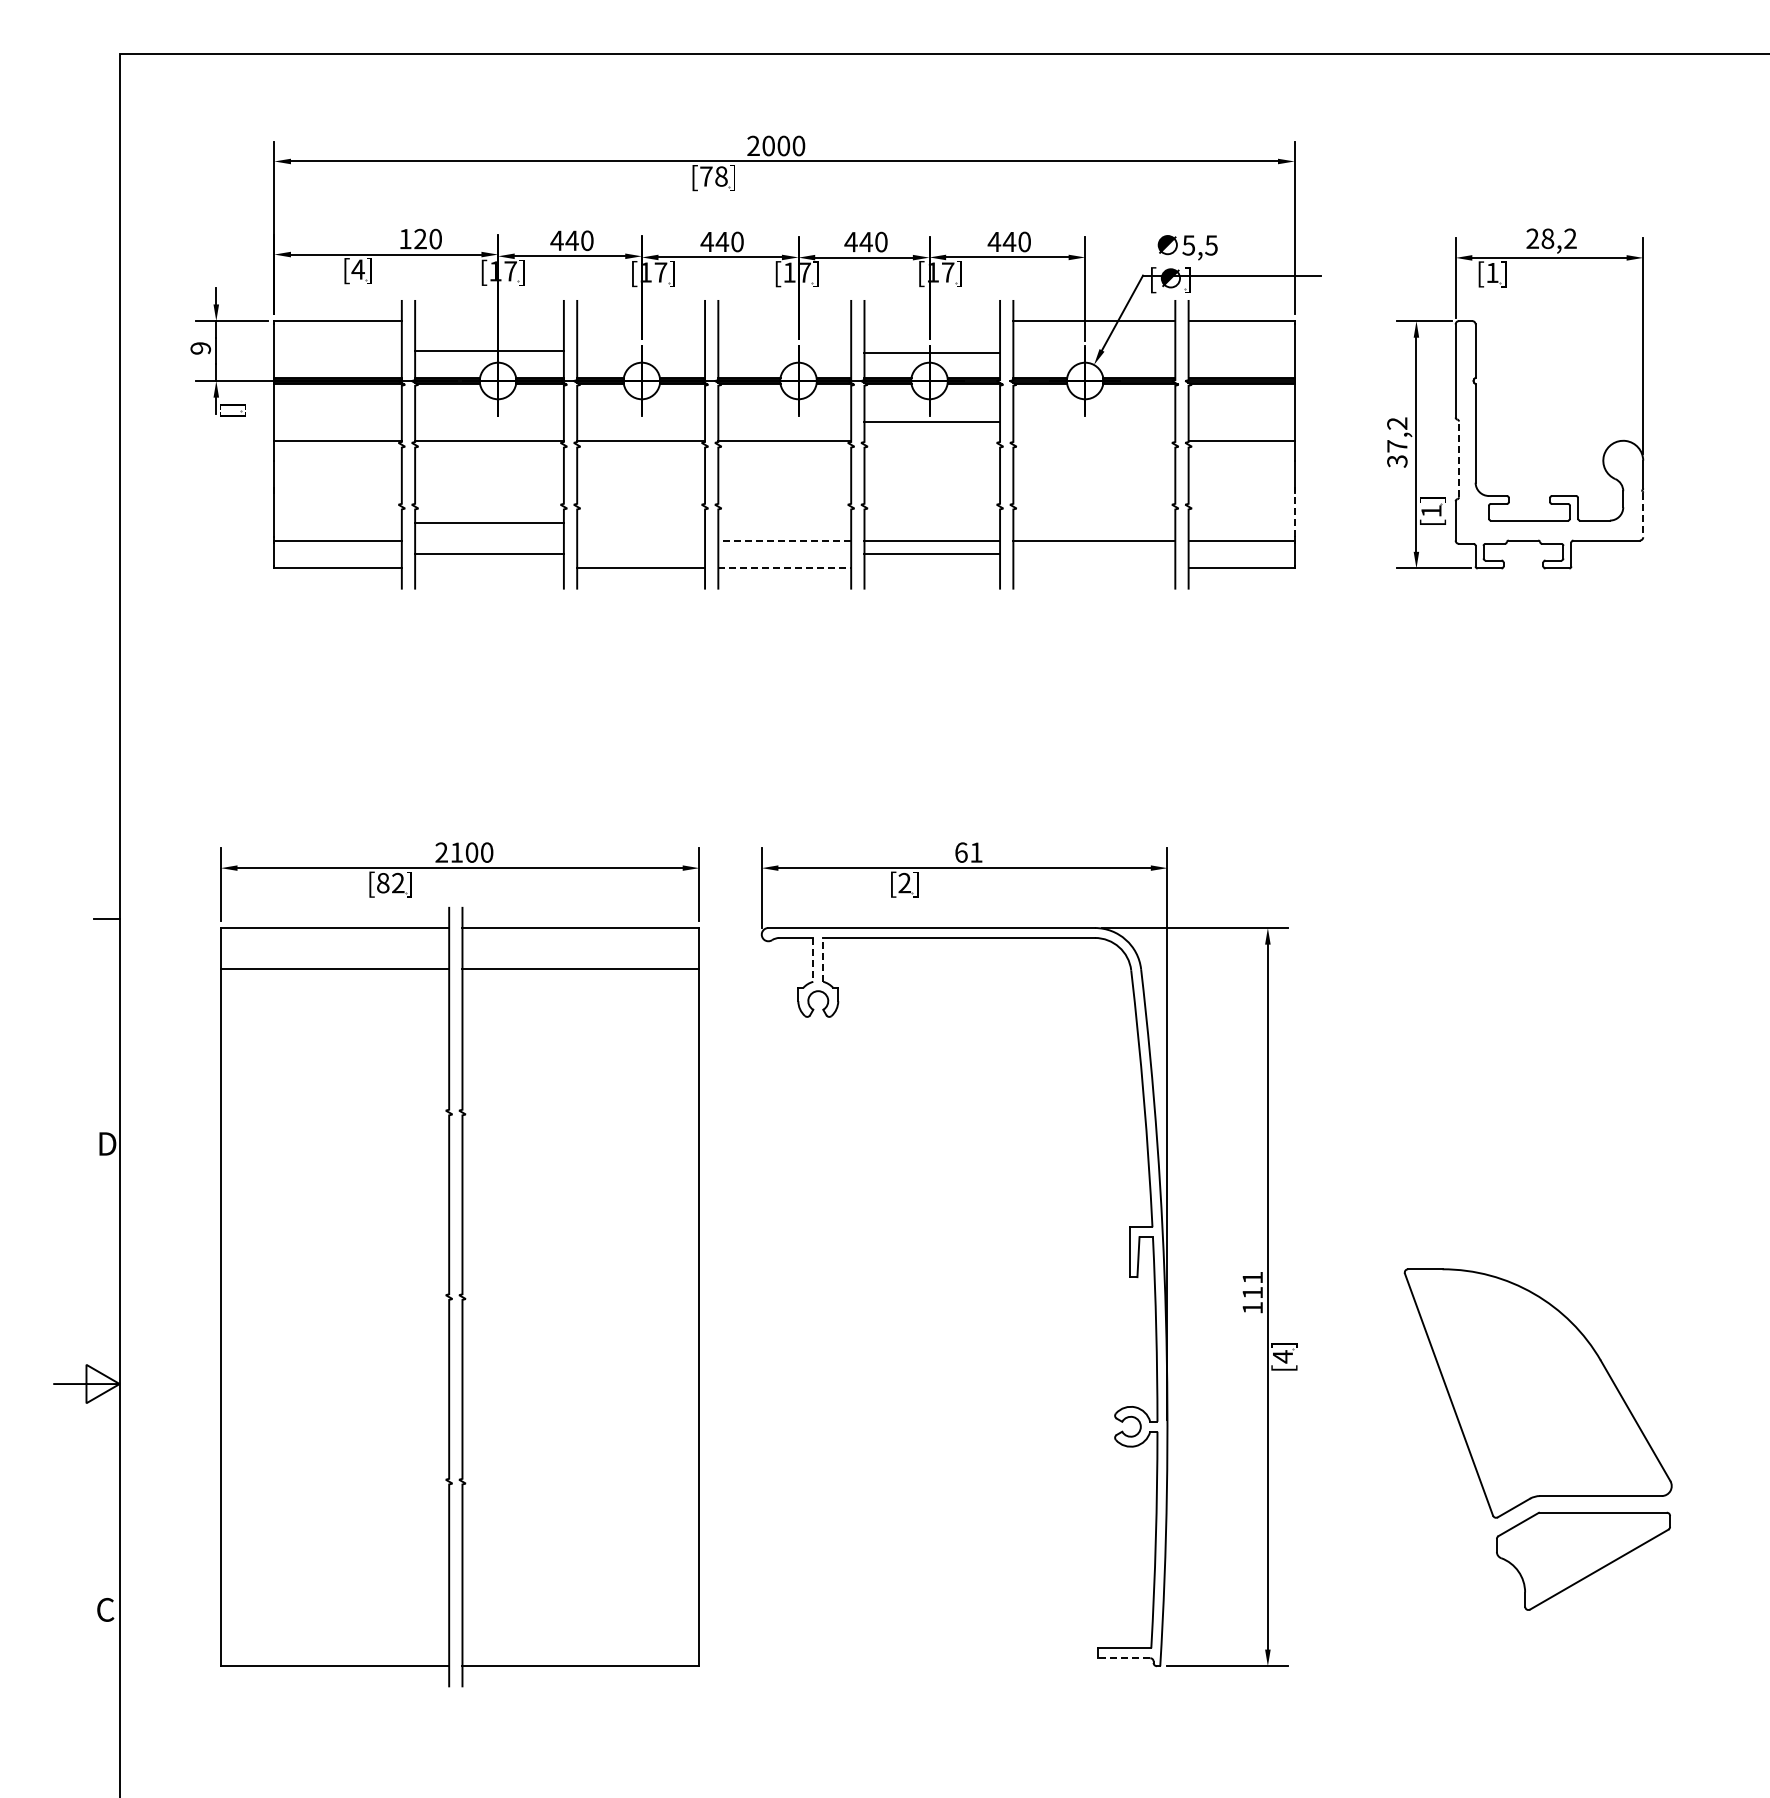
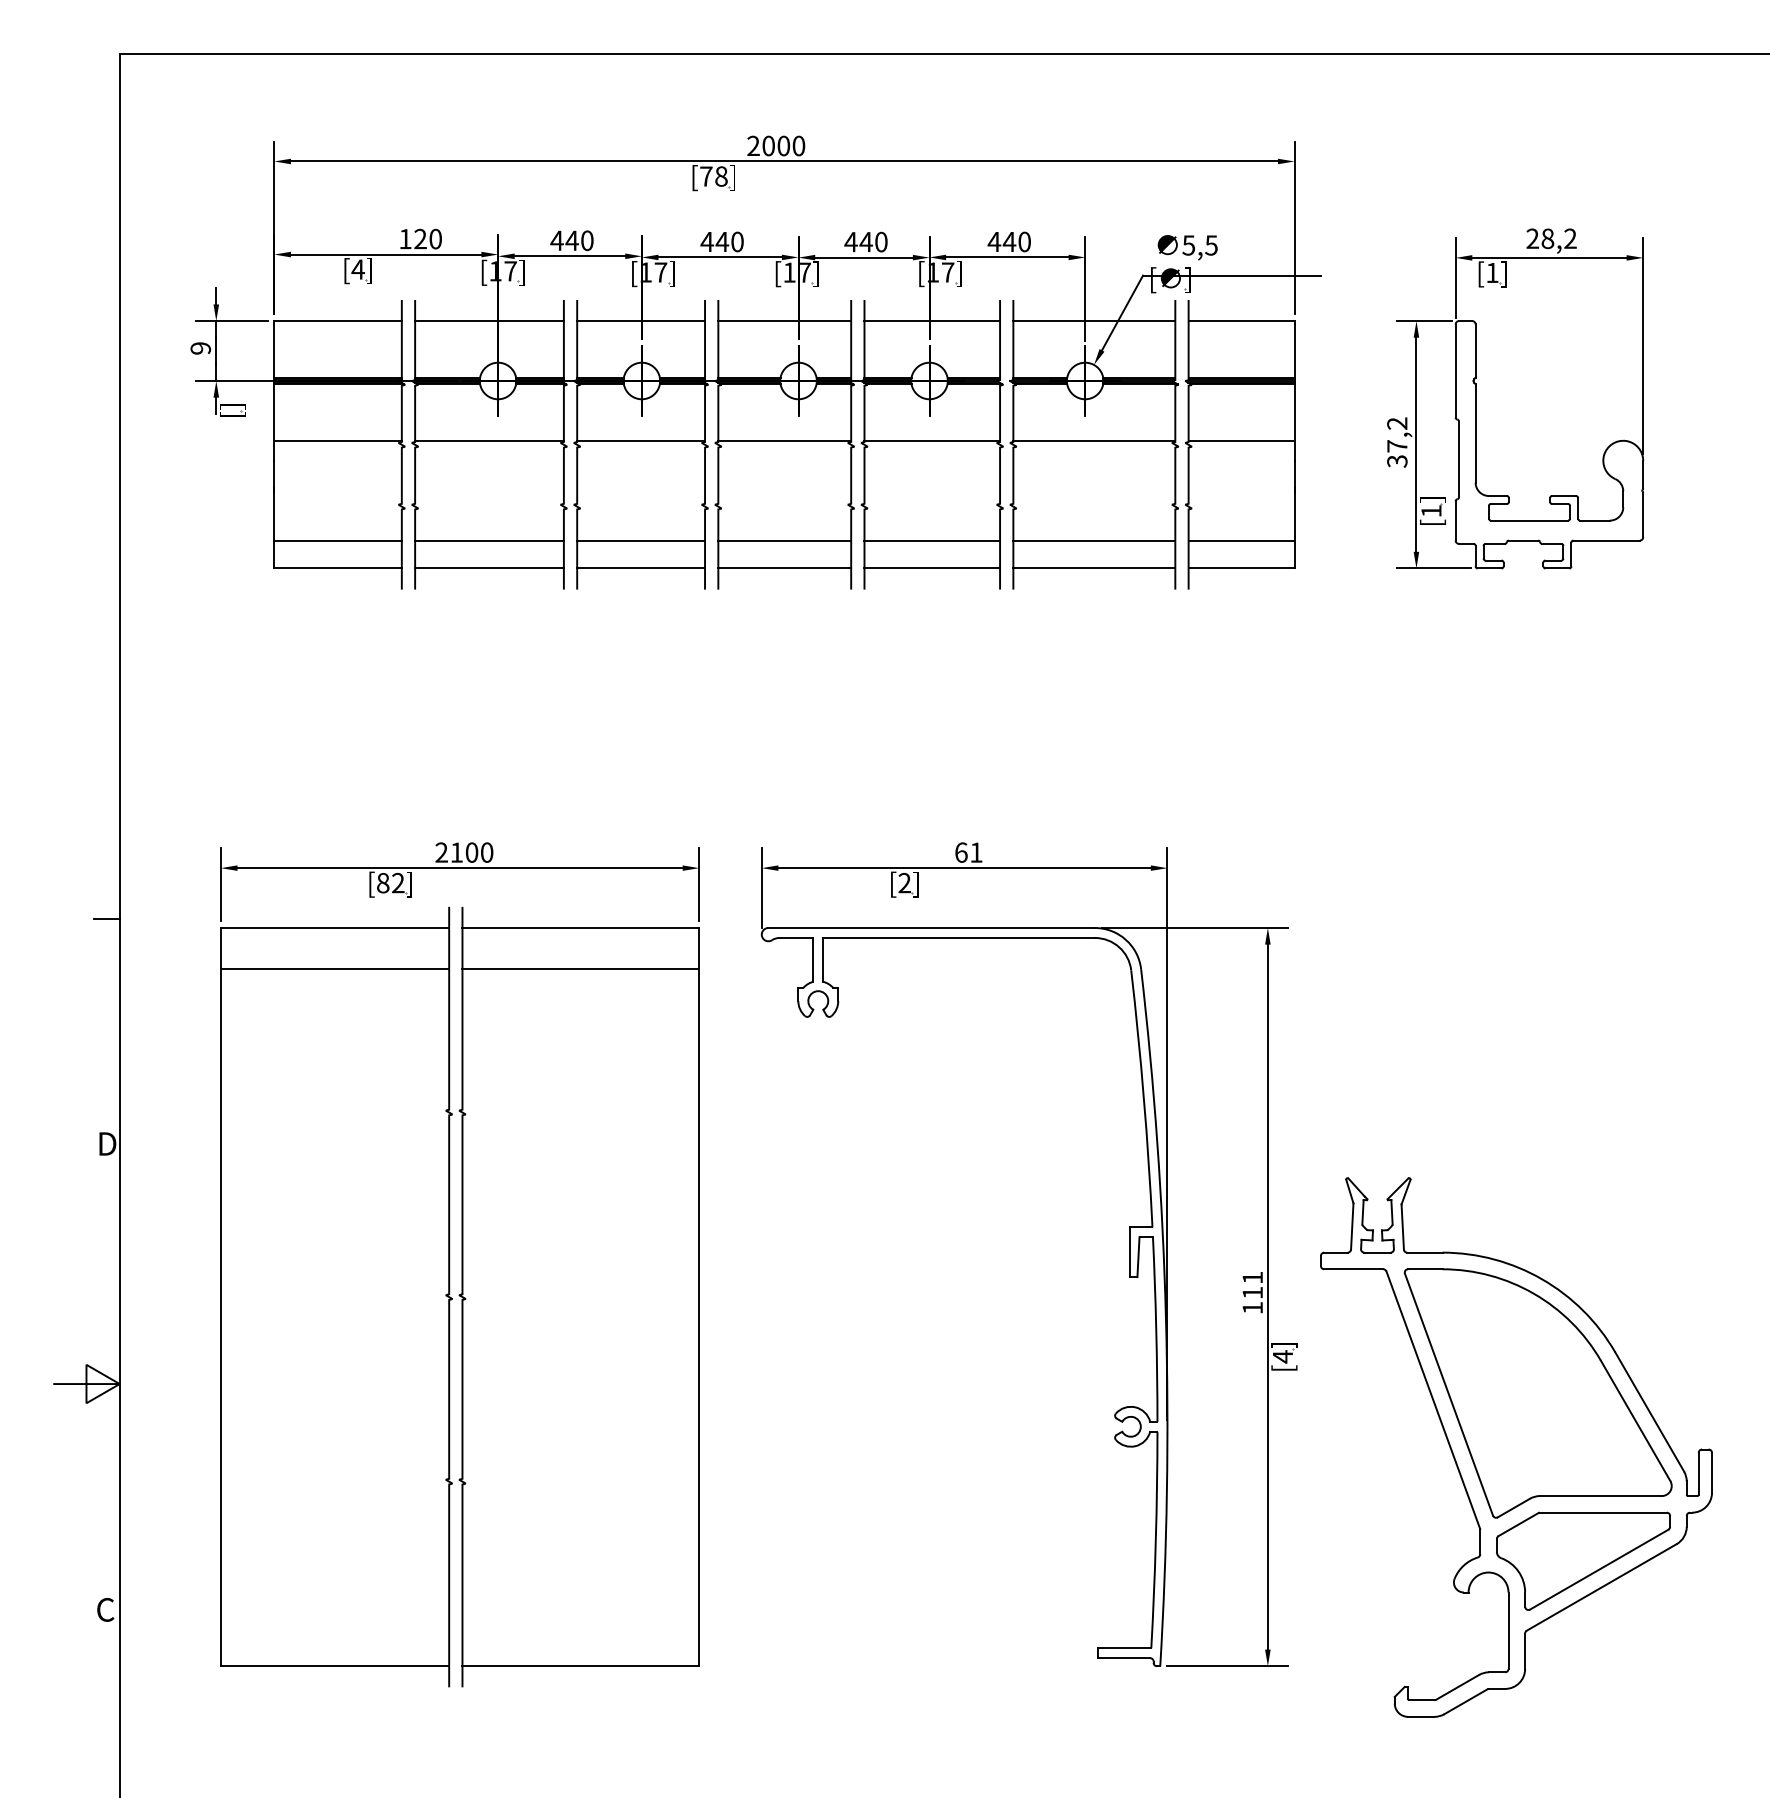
line at (641, 321): none -> present
line at (784, 321): none -> present
line at (489, 351) position: (489, 351) -> (489, 321)
line at (932, 353) position: (932, 353) -> (932, 321)
line at (932, 421) position: (932, 421) -> (932, 440)
line at (1094, 440): none -> present
line at (1459, 459): dashed -> solid
line at (1294, 514): dashed -> solid
line at (1643, 515): dashed -> solid
line at (489, 522) position: (489, 522) -> (489, 540)
line at (641, 540): none -> present
line at (784, 540): dashed -> solid
line at (489, 554) position: (489, 554) -> (489, 568)
line at (932, 554) position: (932, 554) -> (932, 568)
line at (785, 568): dashed -> solid
line at (1094, 568): none -> present
line at (813, 959): dashed -> solid
line at (823, 959): dashed -> solid
part at (1516, 1447): none -> present
line at (1123, 1658): dashed -> solid
